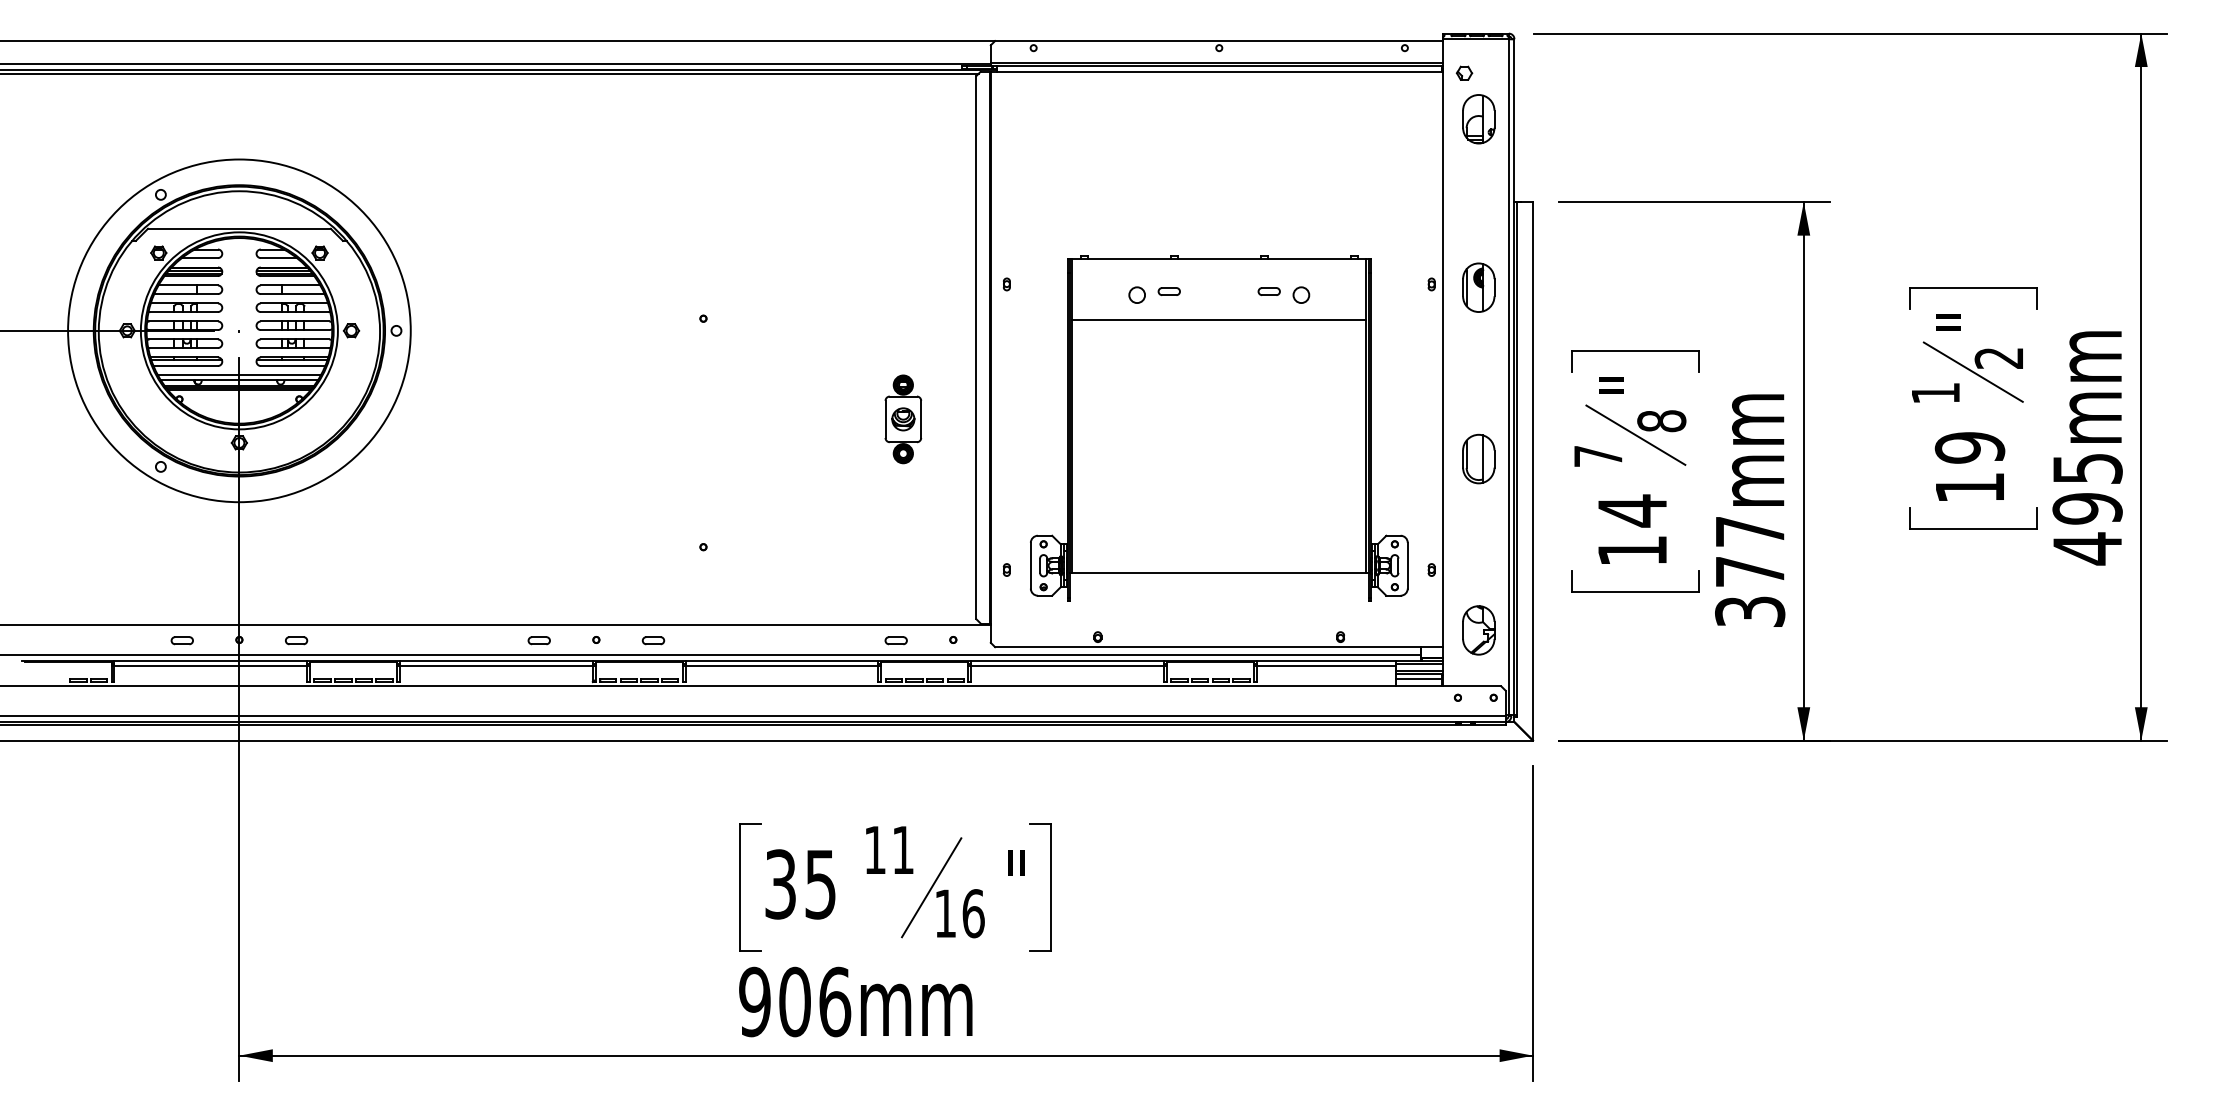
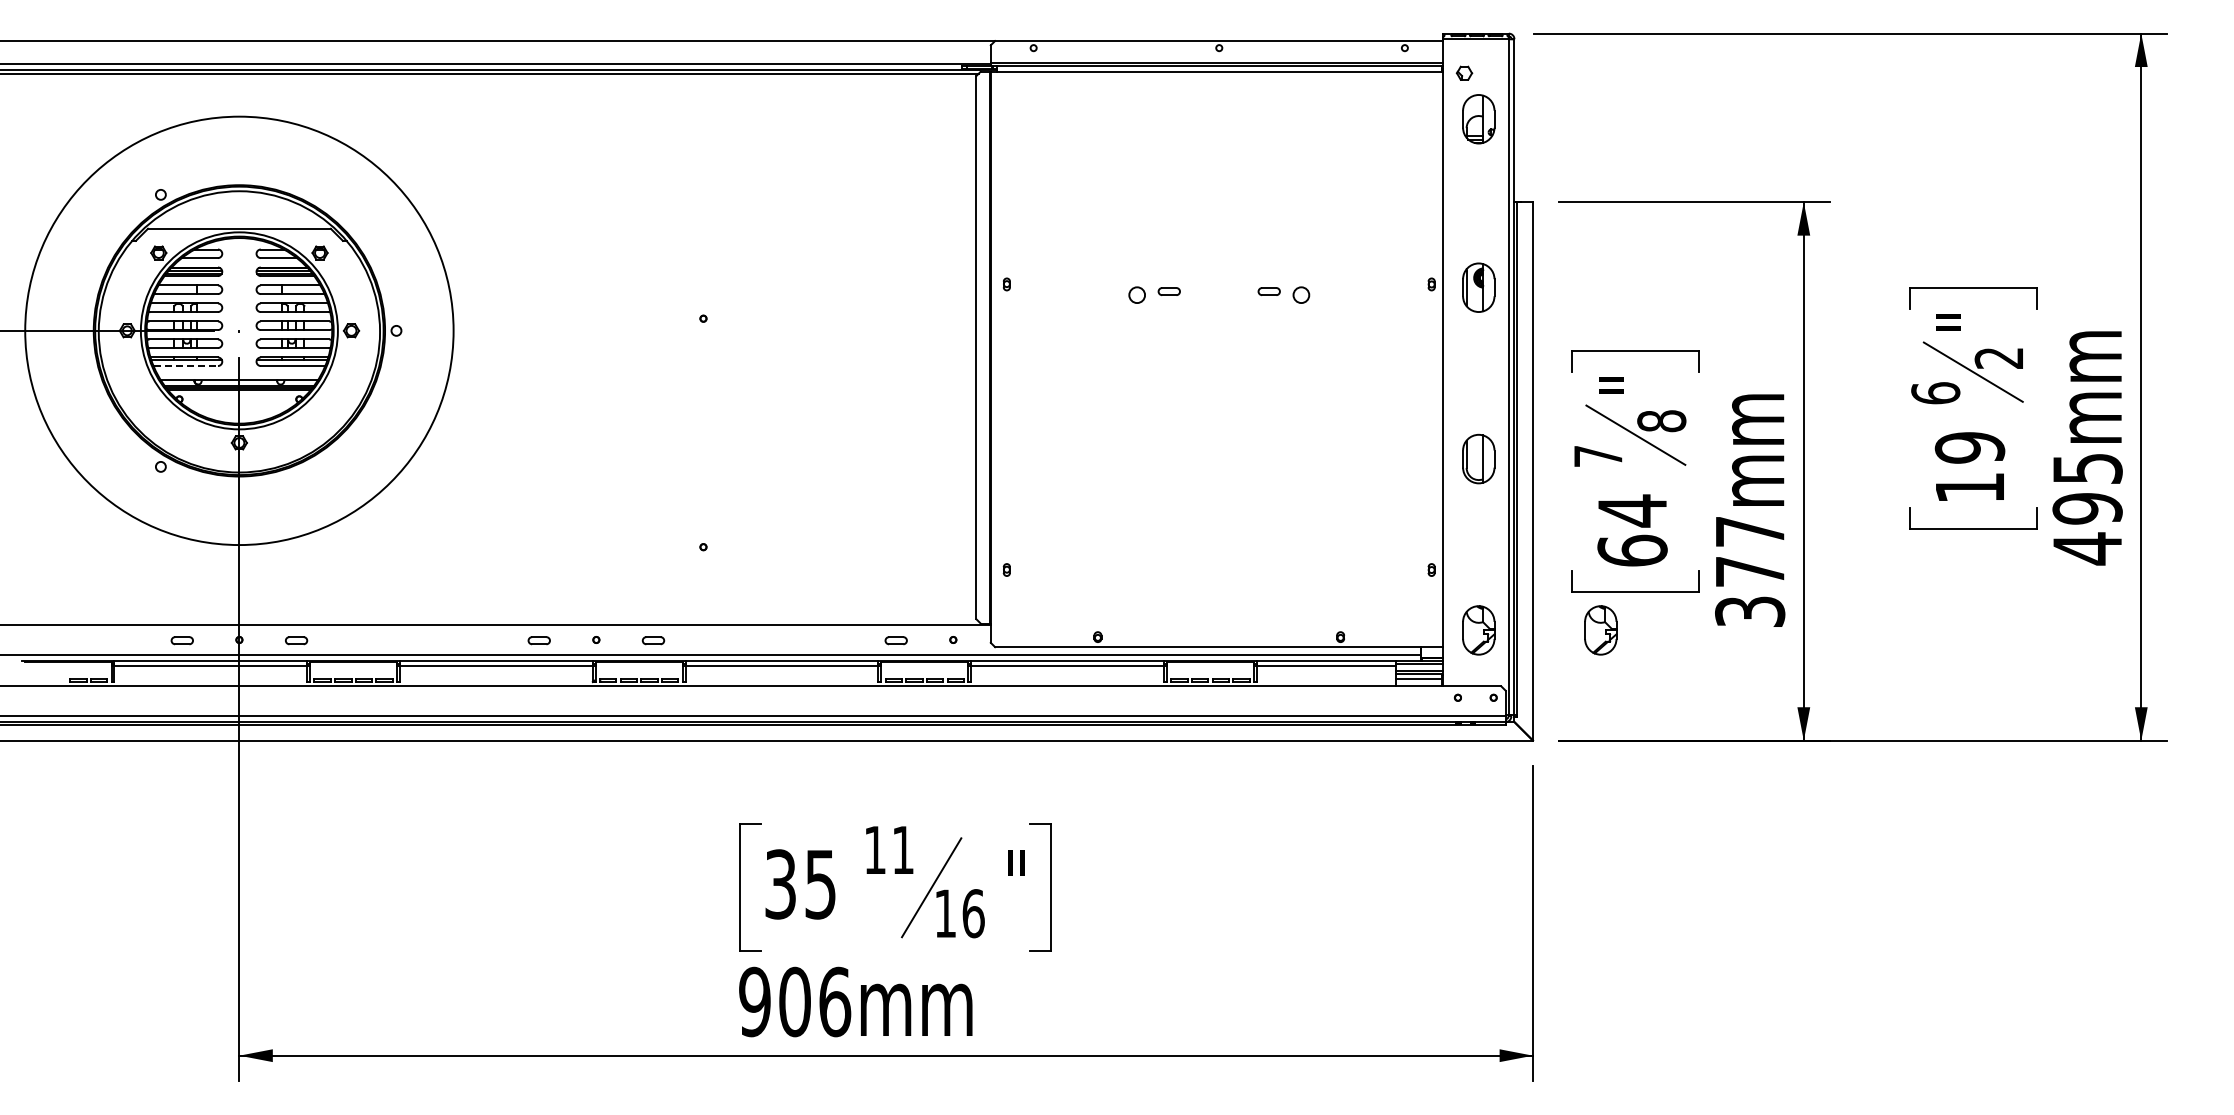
circle at (239, 330) diameter: 343 px -> 428 px
line at (186, 366): solid -> dashed
line at (238, 375): present -> none
text at (1935, 393): 1 -> 6
part at (903, 419): present -> none
part at (1219, 428): present -> none
text at (1632, 550): 14 -> 64
part at (1600, 630): none -> present
